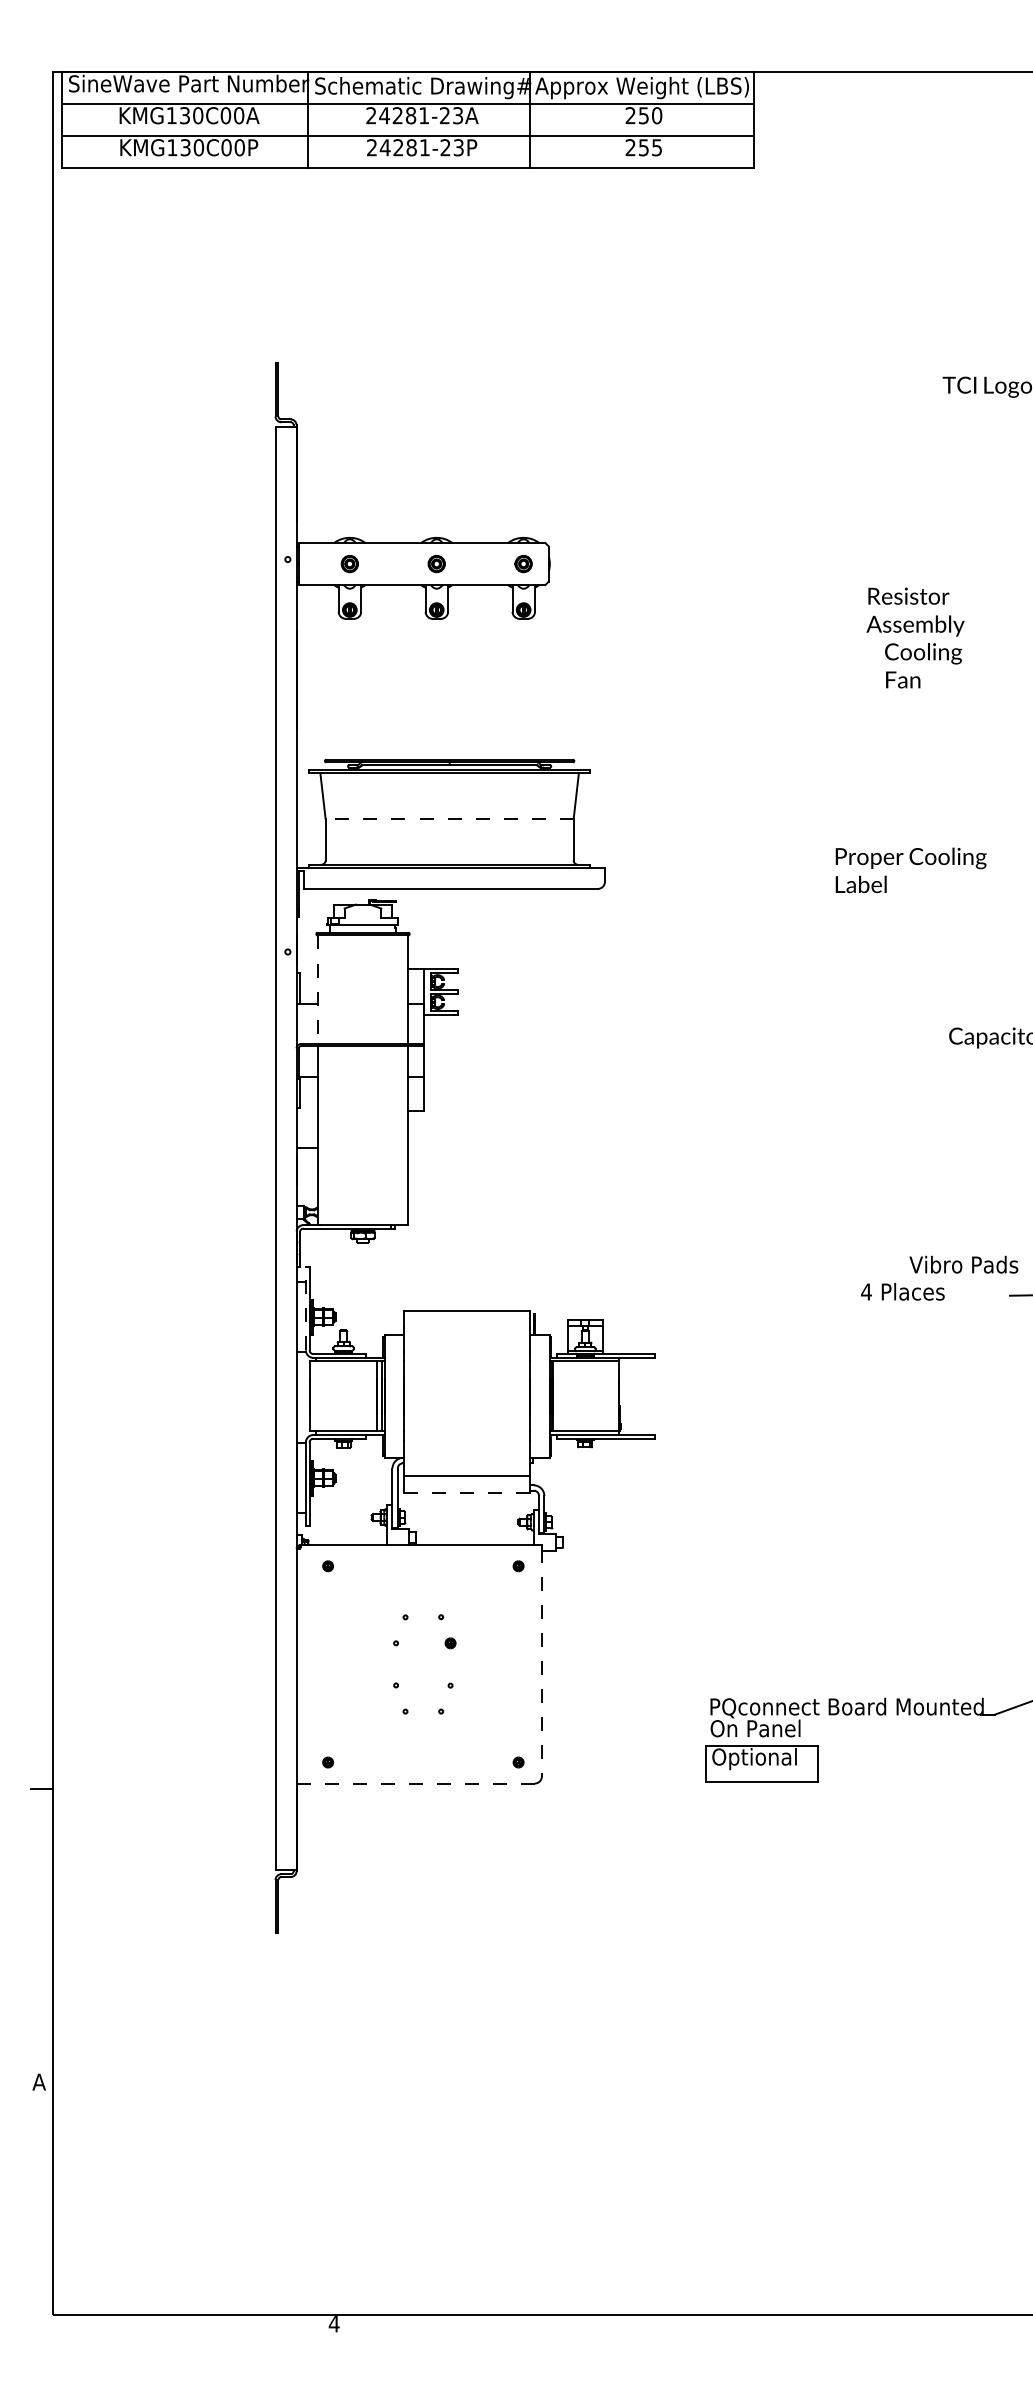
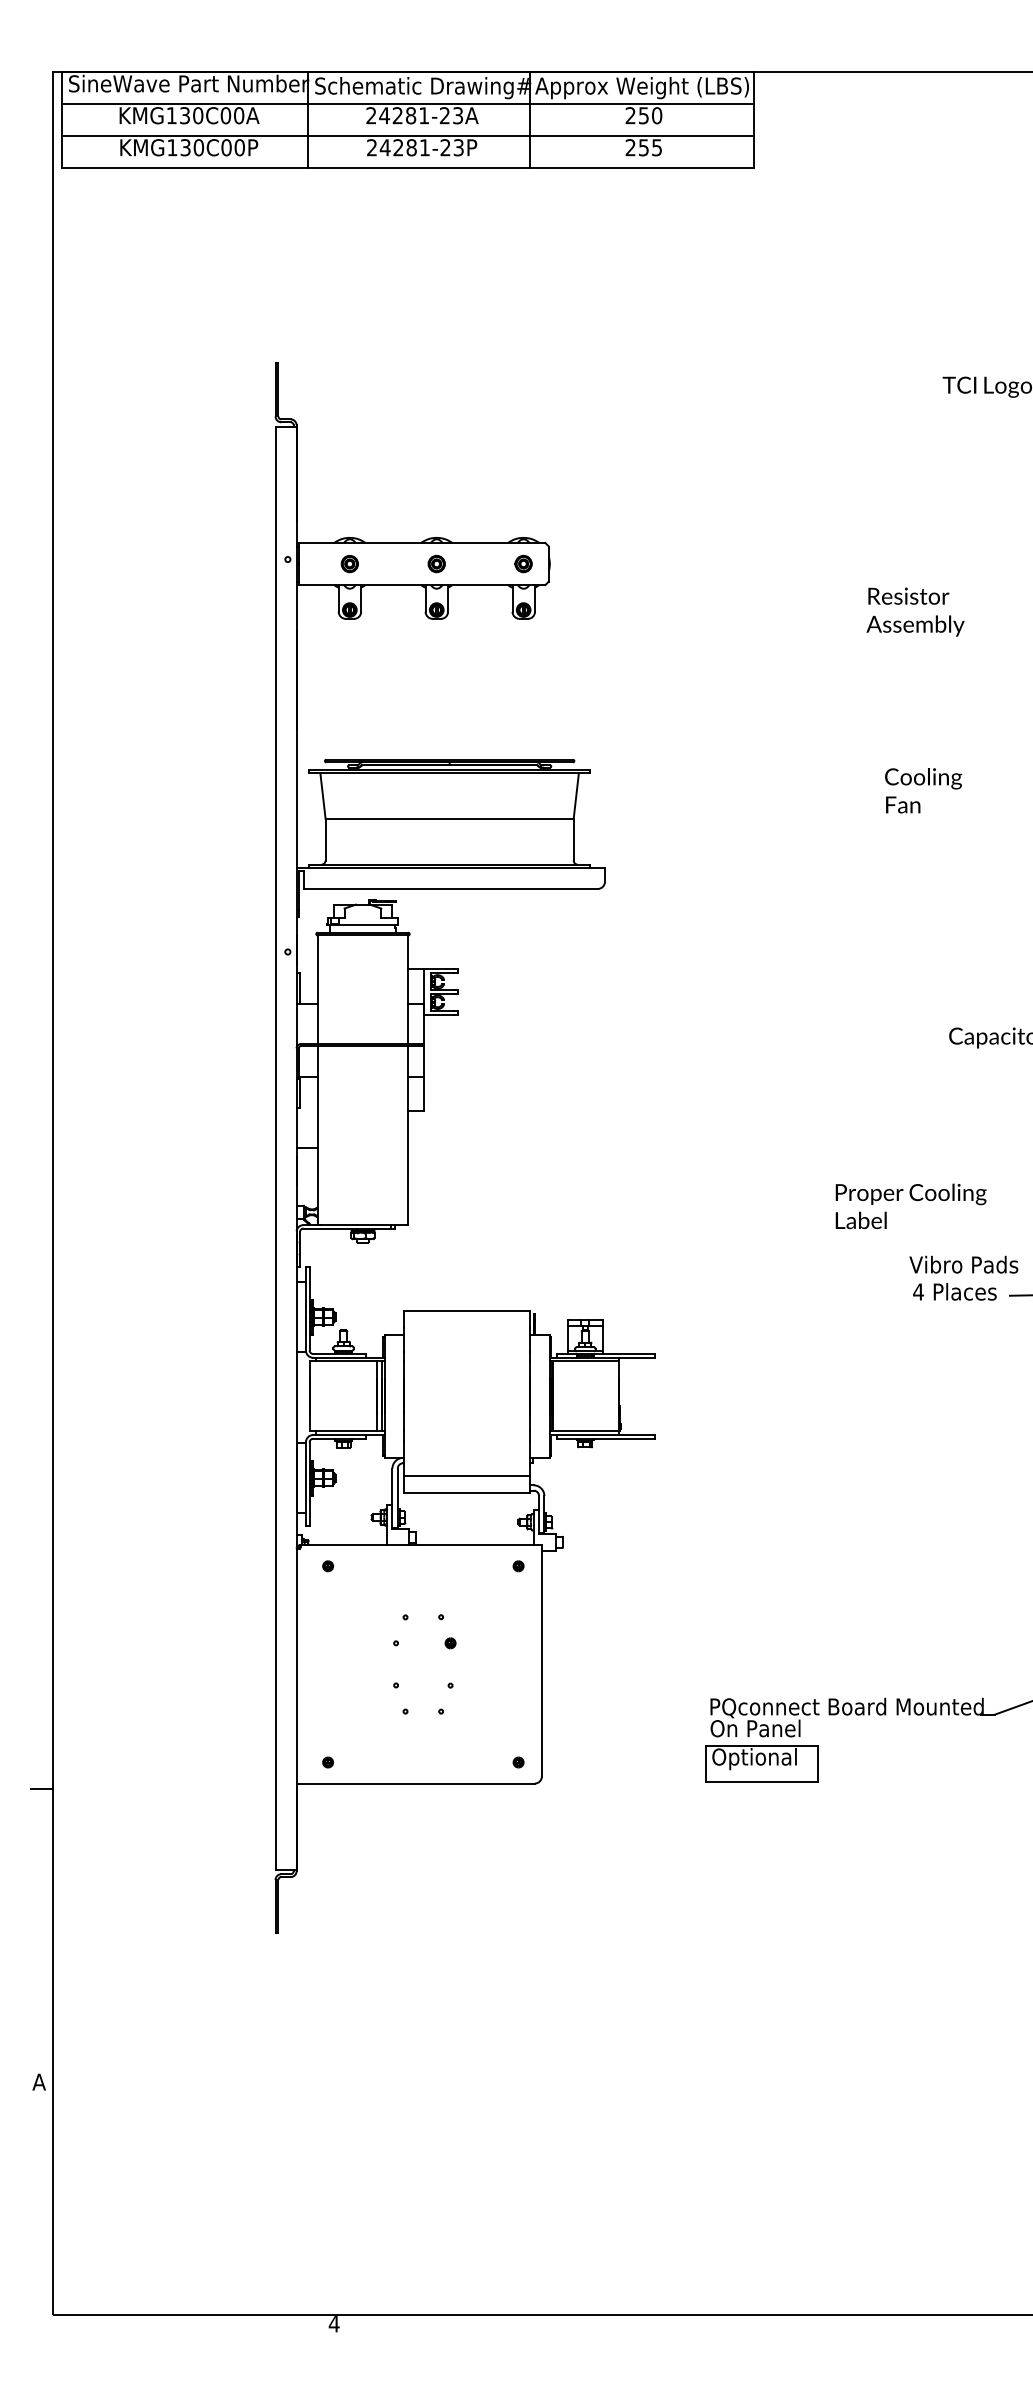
text at (923, 665) position: (923, 665) -> (923, 790)
line at (449, 818): dashed -> solid
text at (910, 870) position: (910, 870) -> (910, 1206)
line at (317, 990): dashed -> solid
text at (902, 1291) position: (902, 1291) -> (954, 1291)
line at (305, 1308): dashed -> solid
line at (467, 1492): dashed -> solid
line at (541, 1662): dashed -> solid
line at (417, 1783): dashed -> solid
